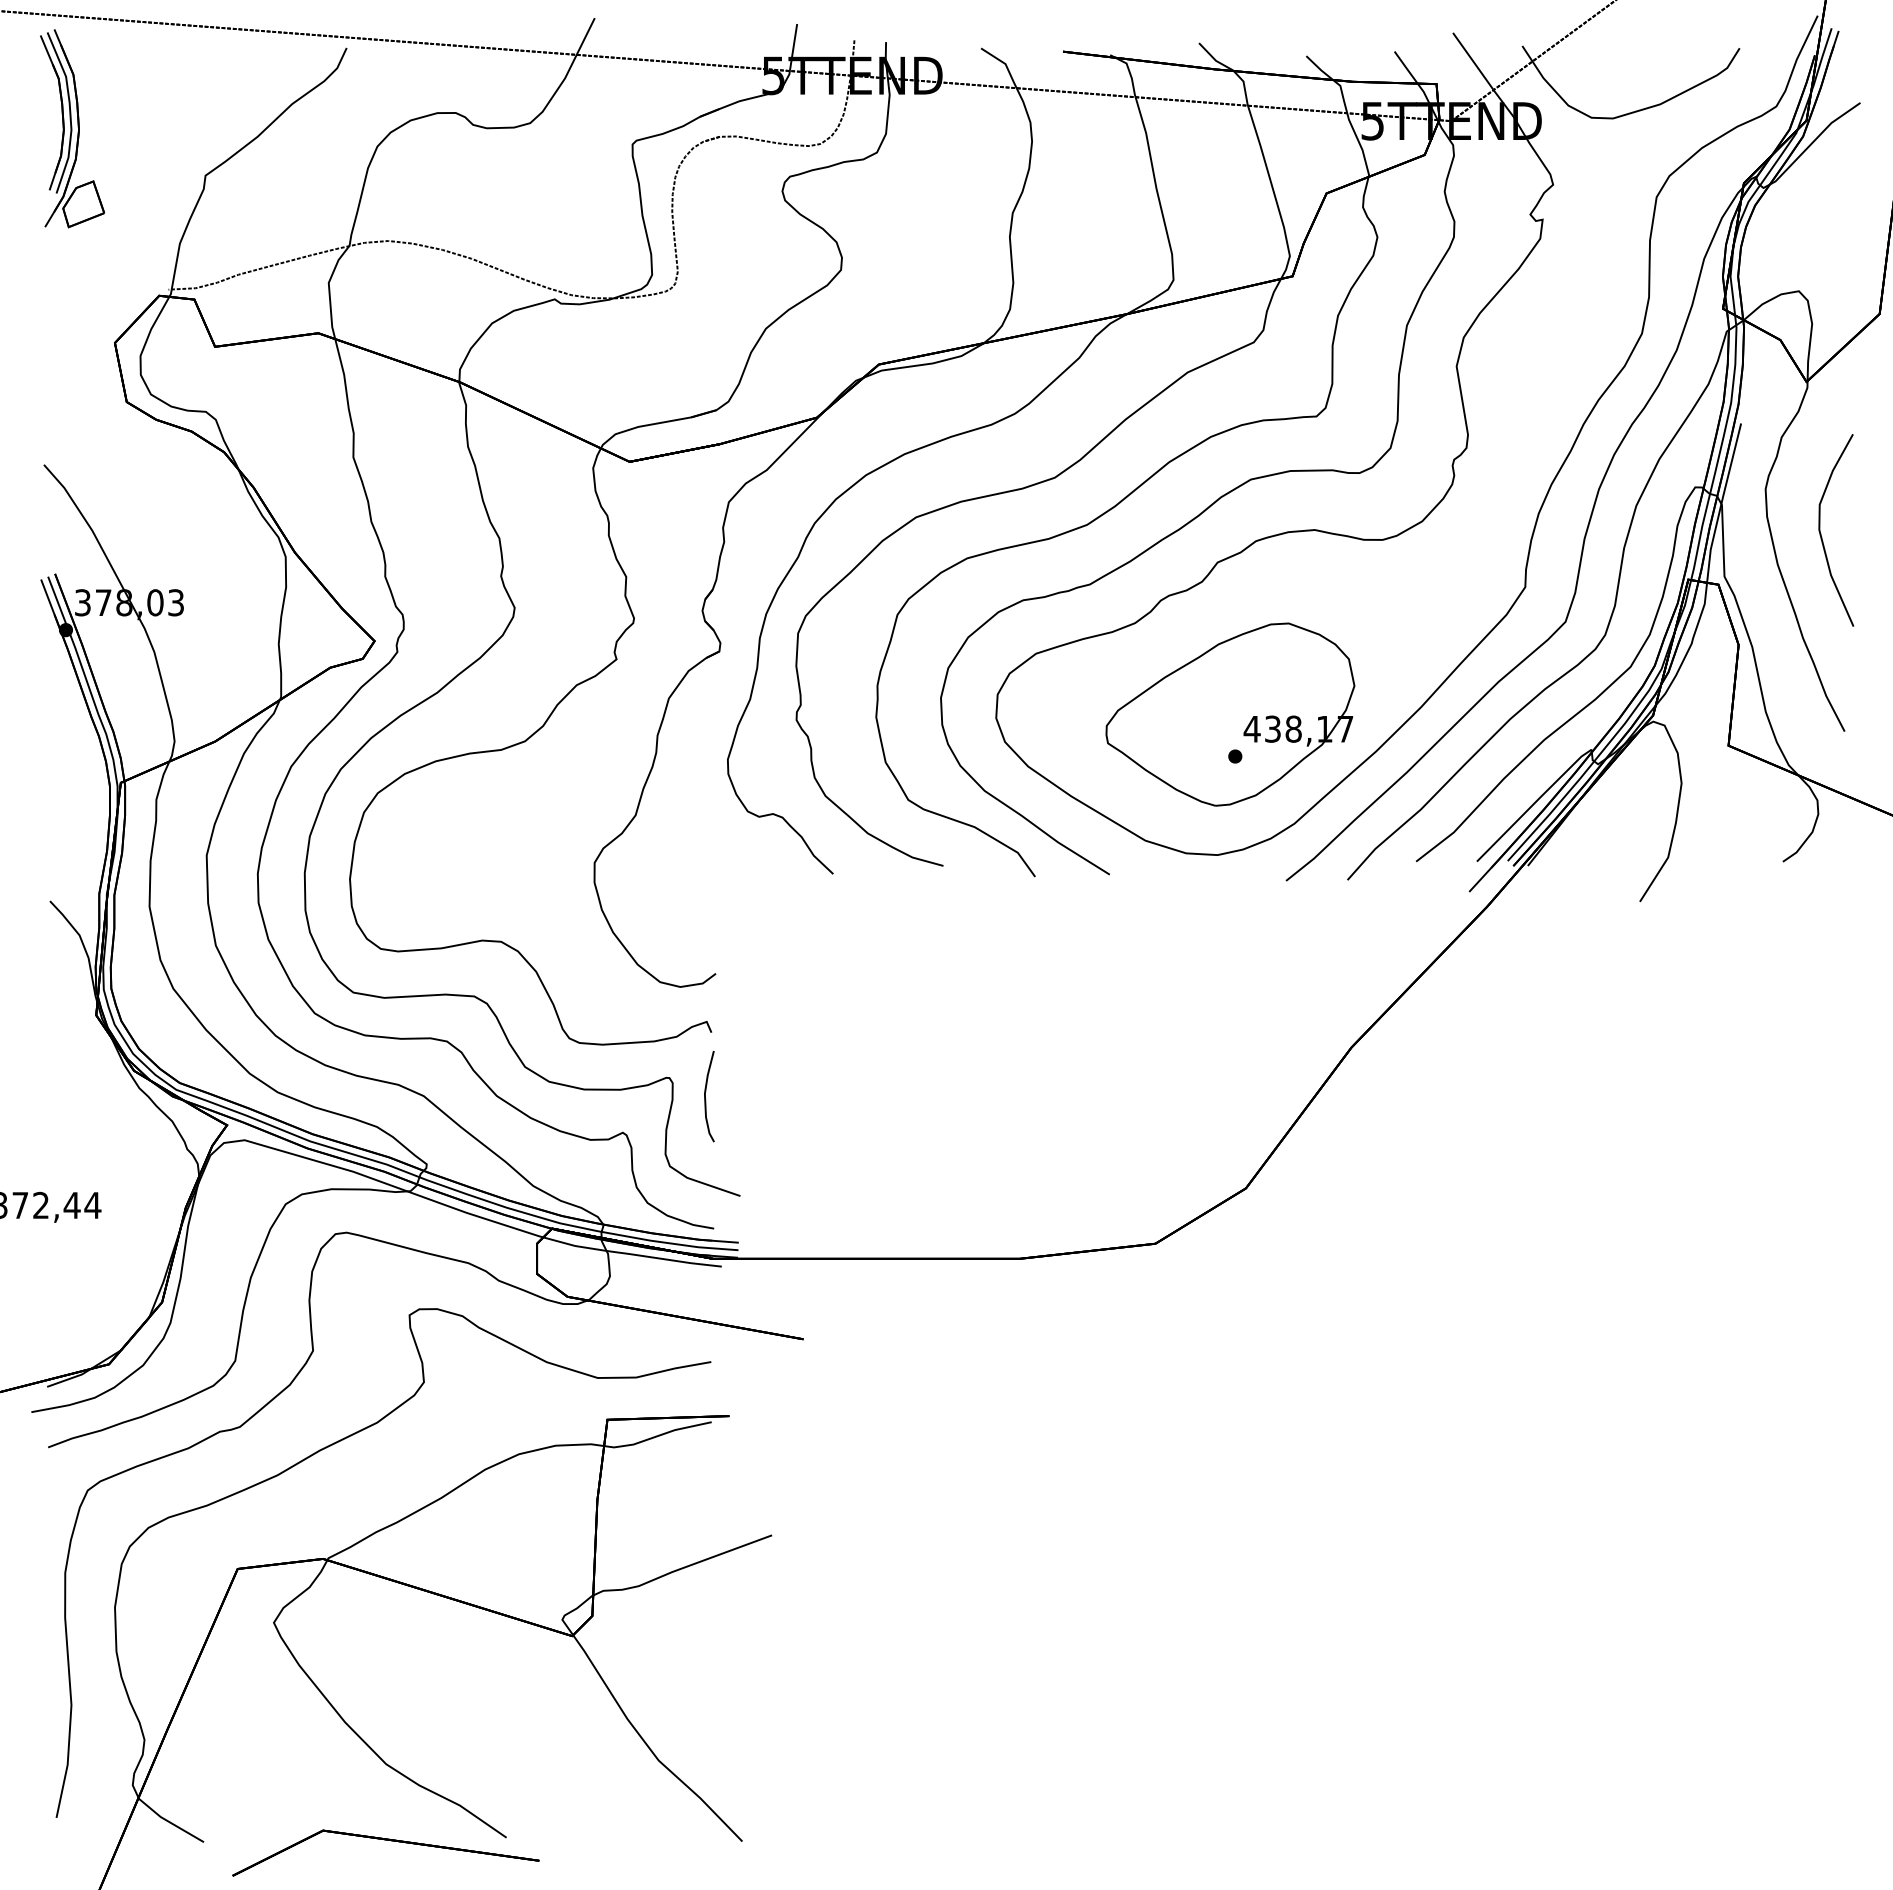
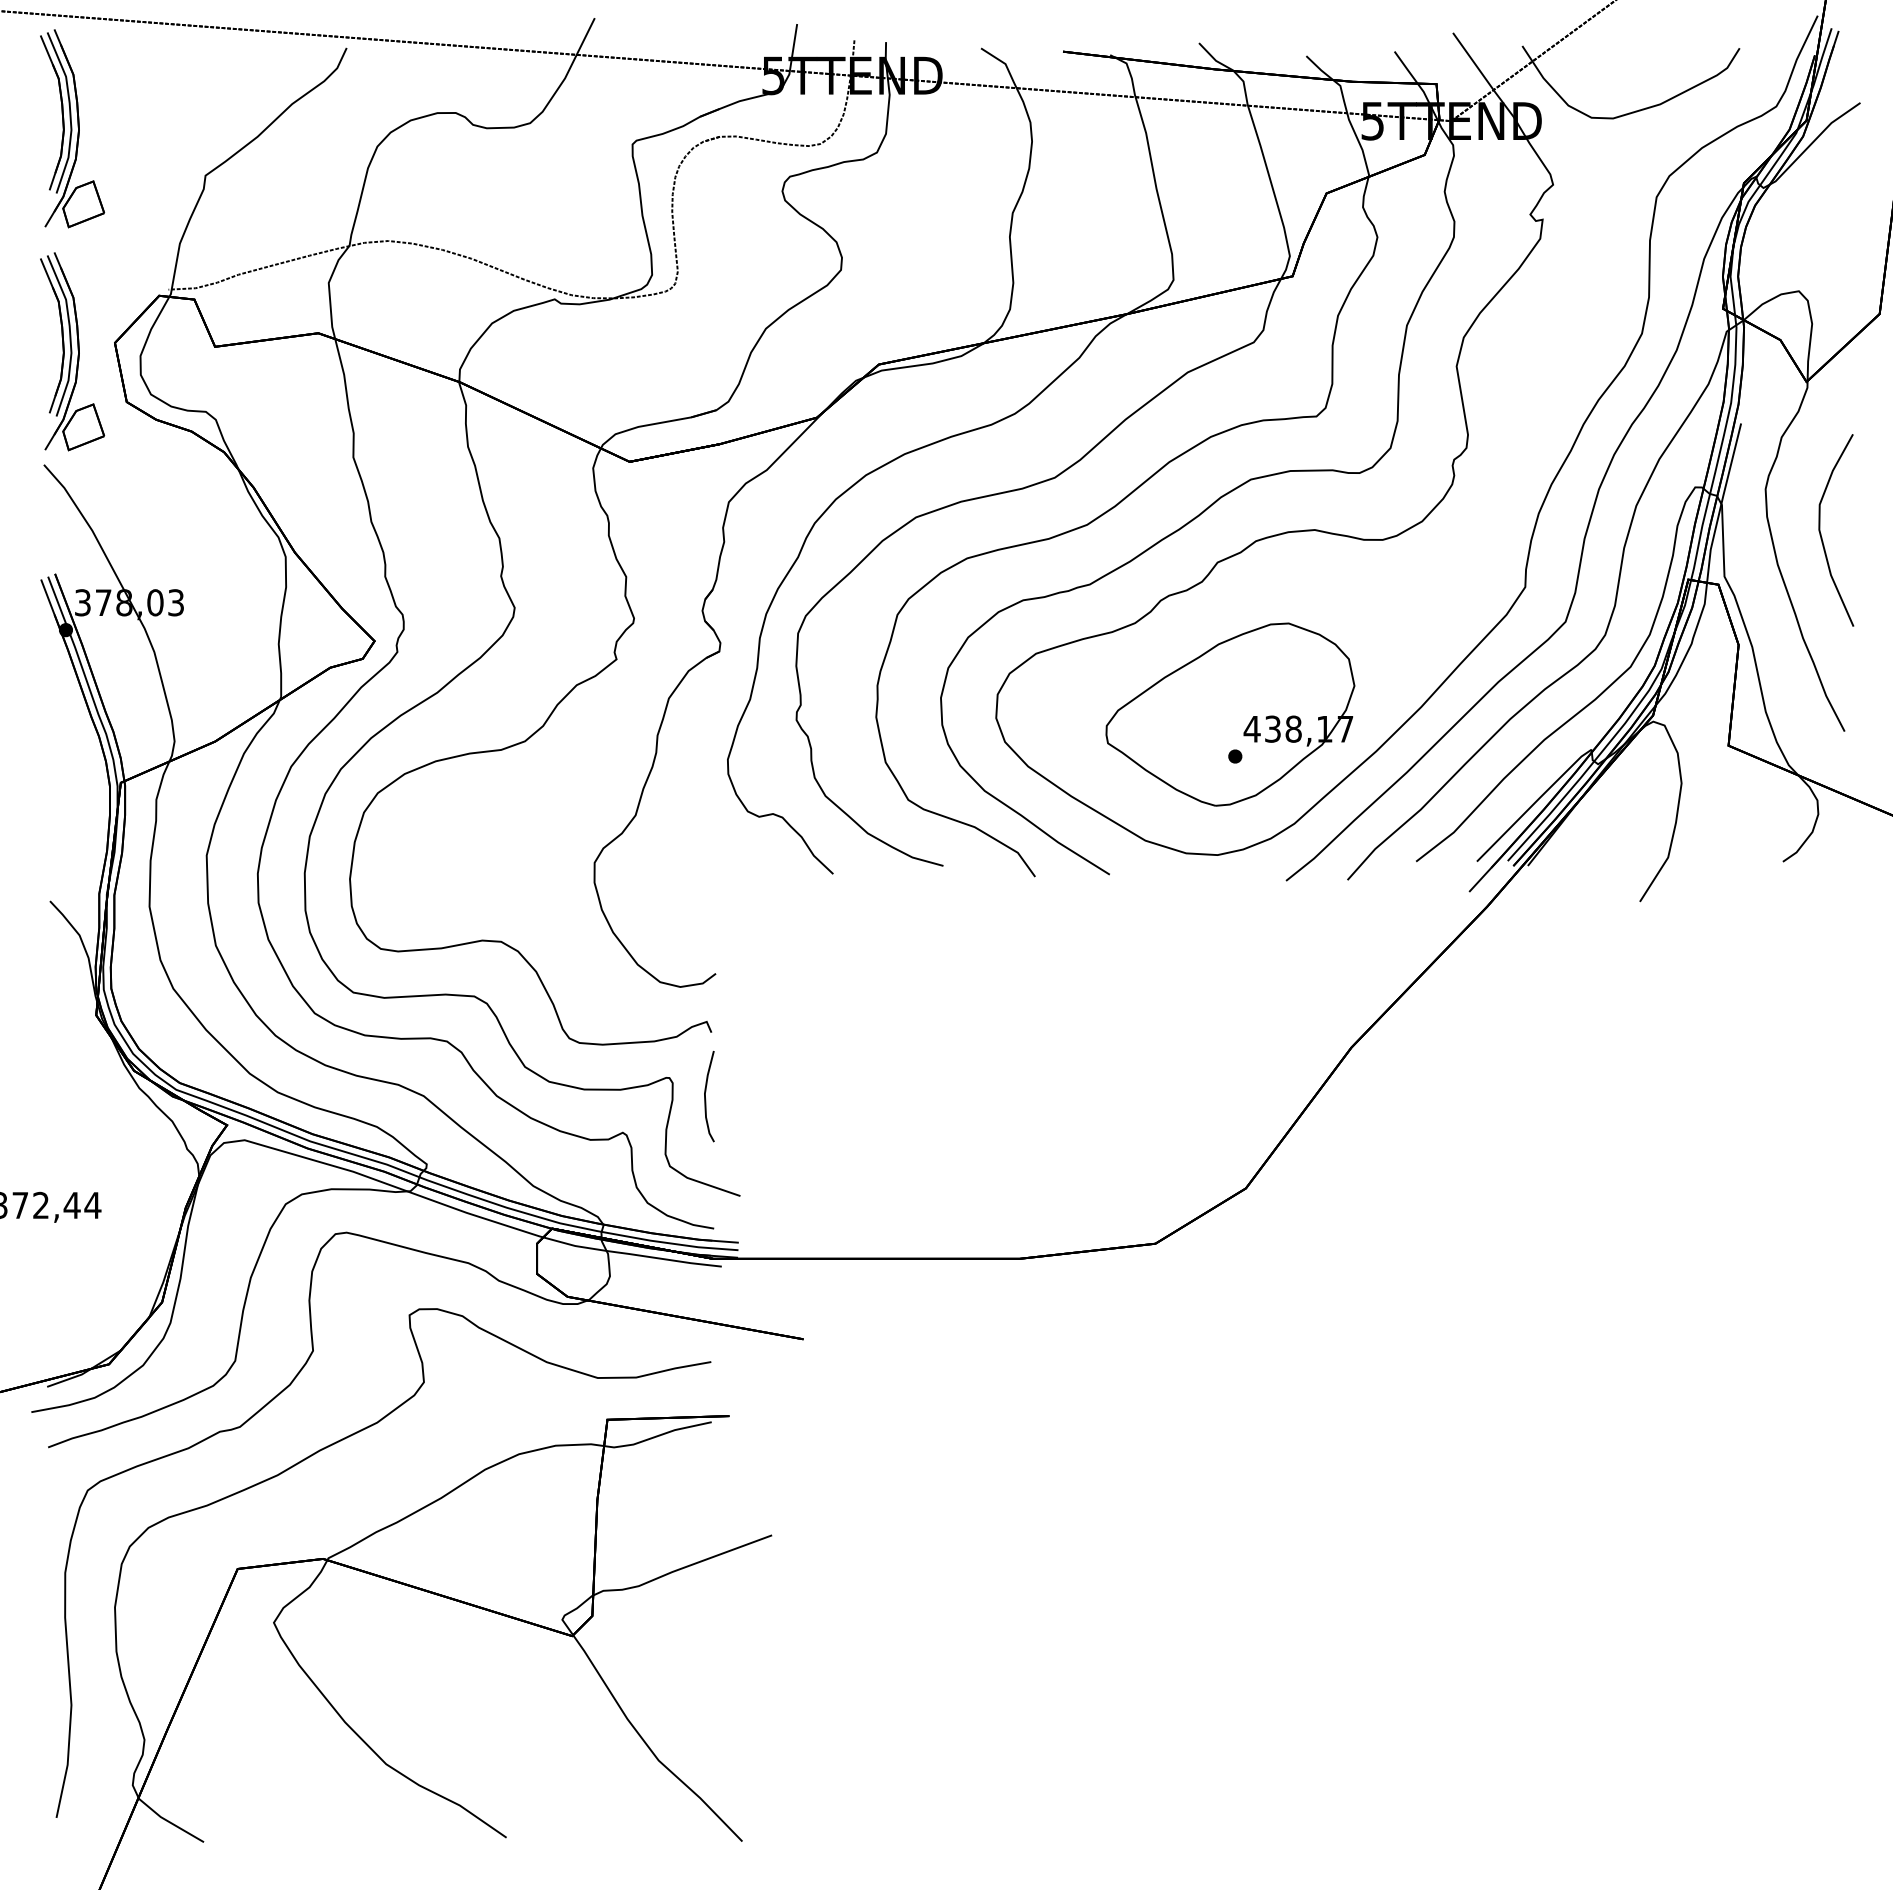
part at (72, 351): none -> present
part at (385, 1840): present -> none
